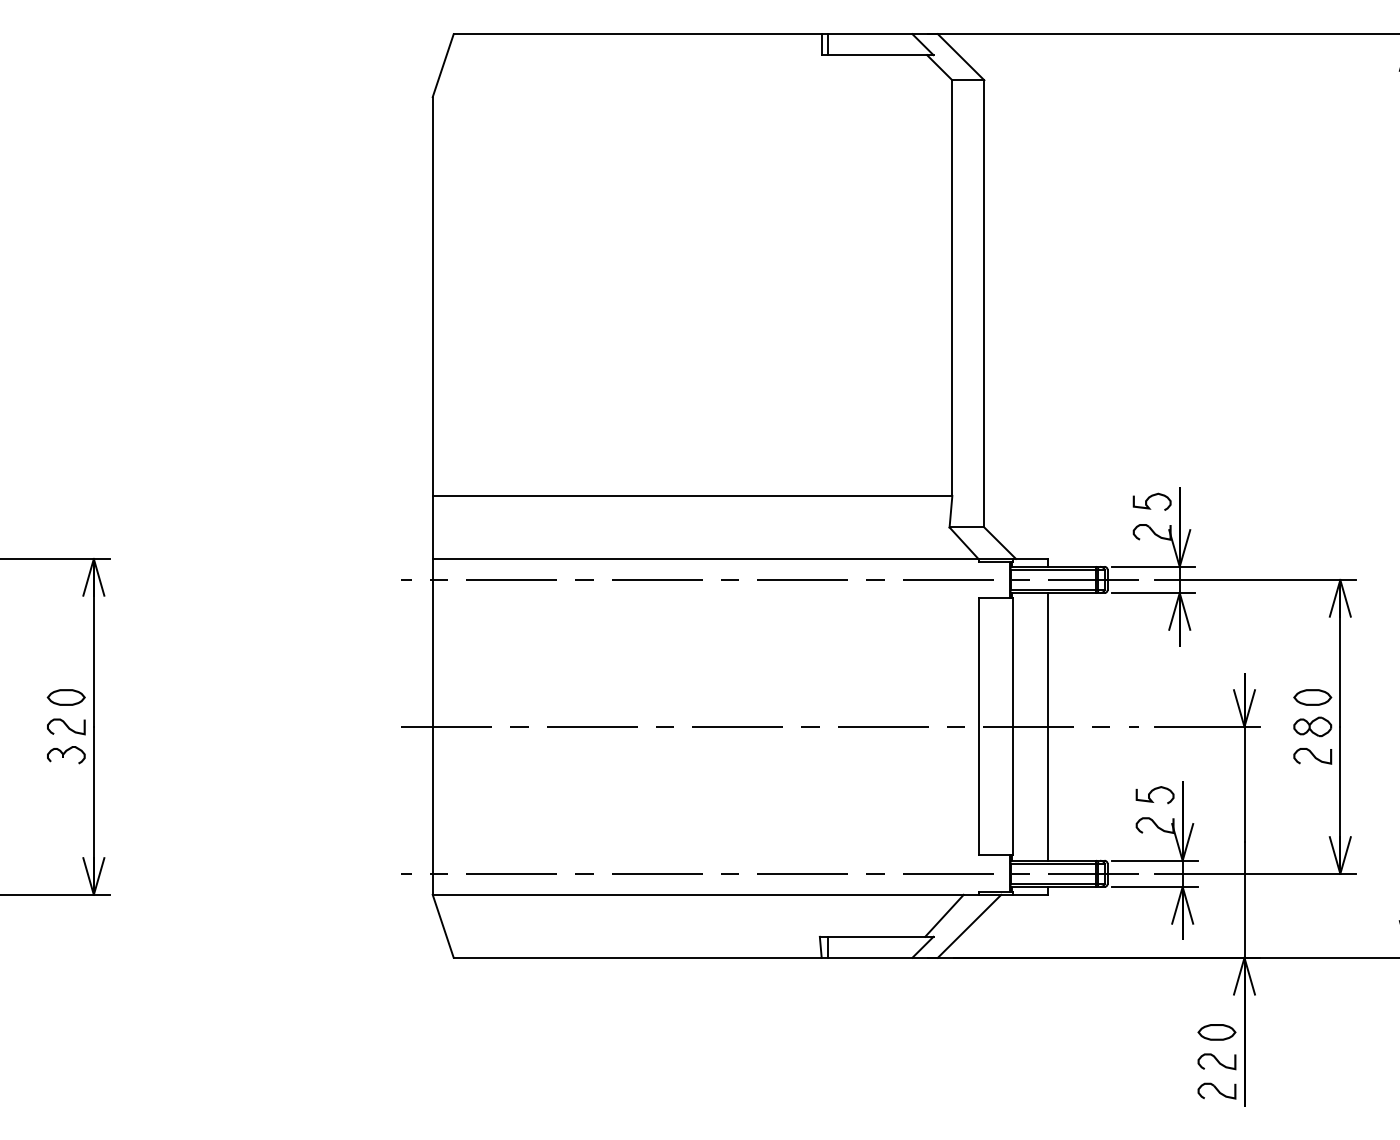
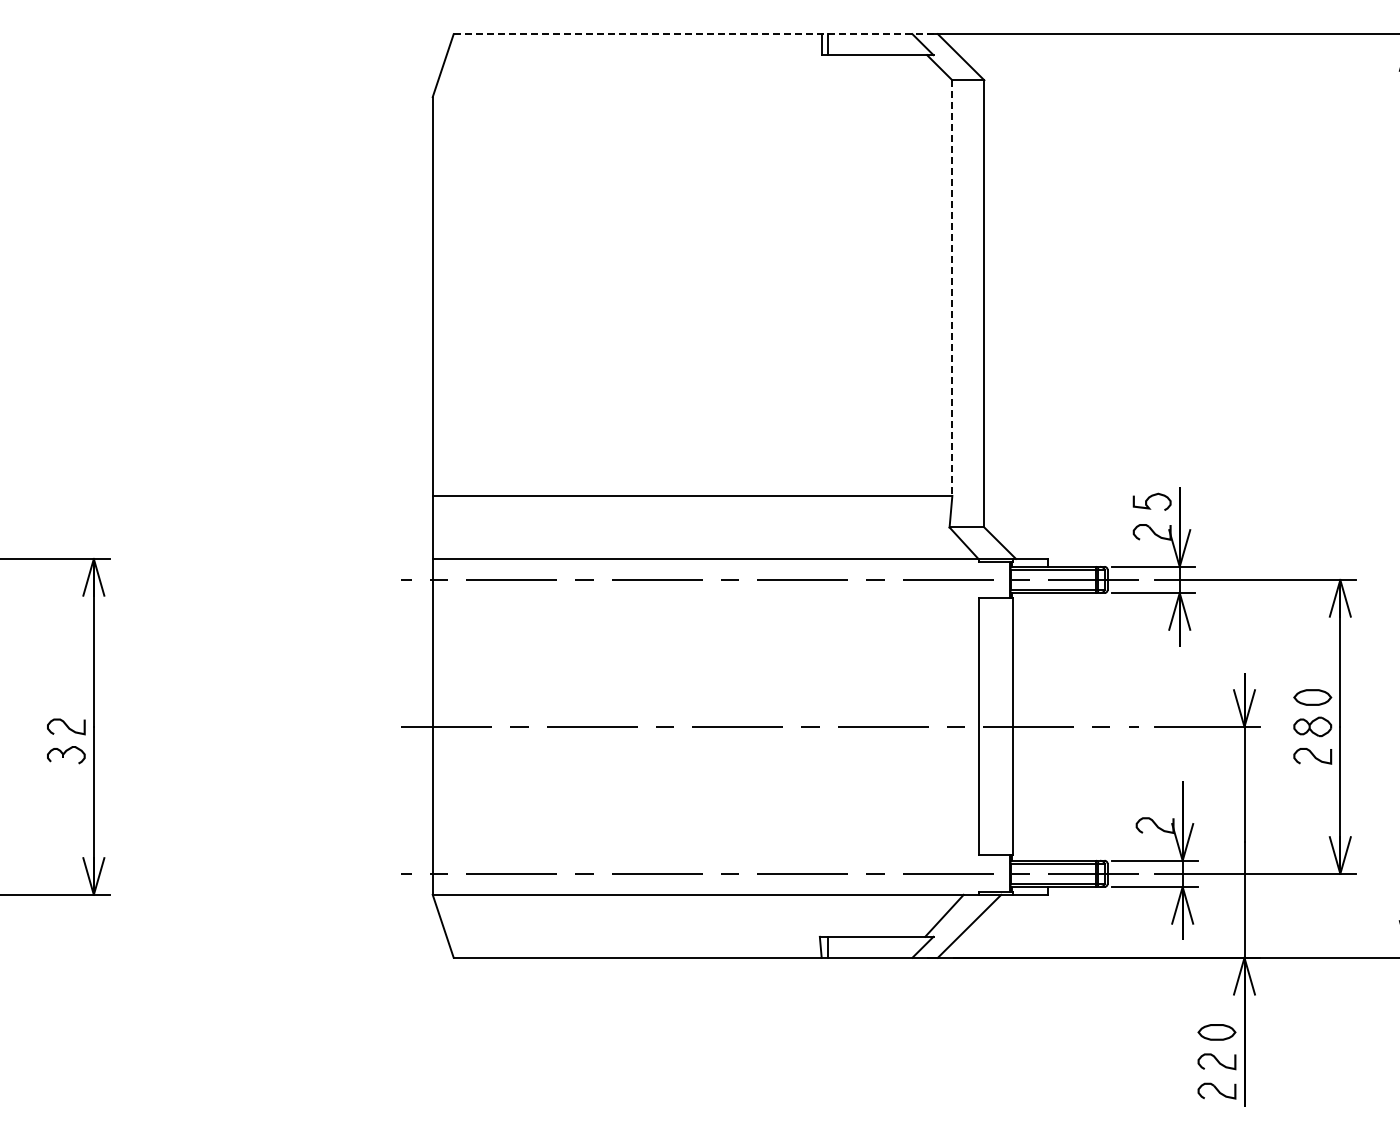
line at (696, 34): solid -> dashed
line at (952, 288): solid -> dashed
part at (65, 697): present -> none
line at (1047, 726): present -> none
curve at (1151, 793): present -> none
